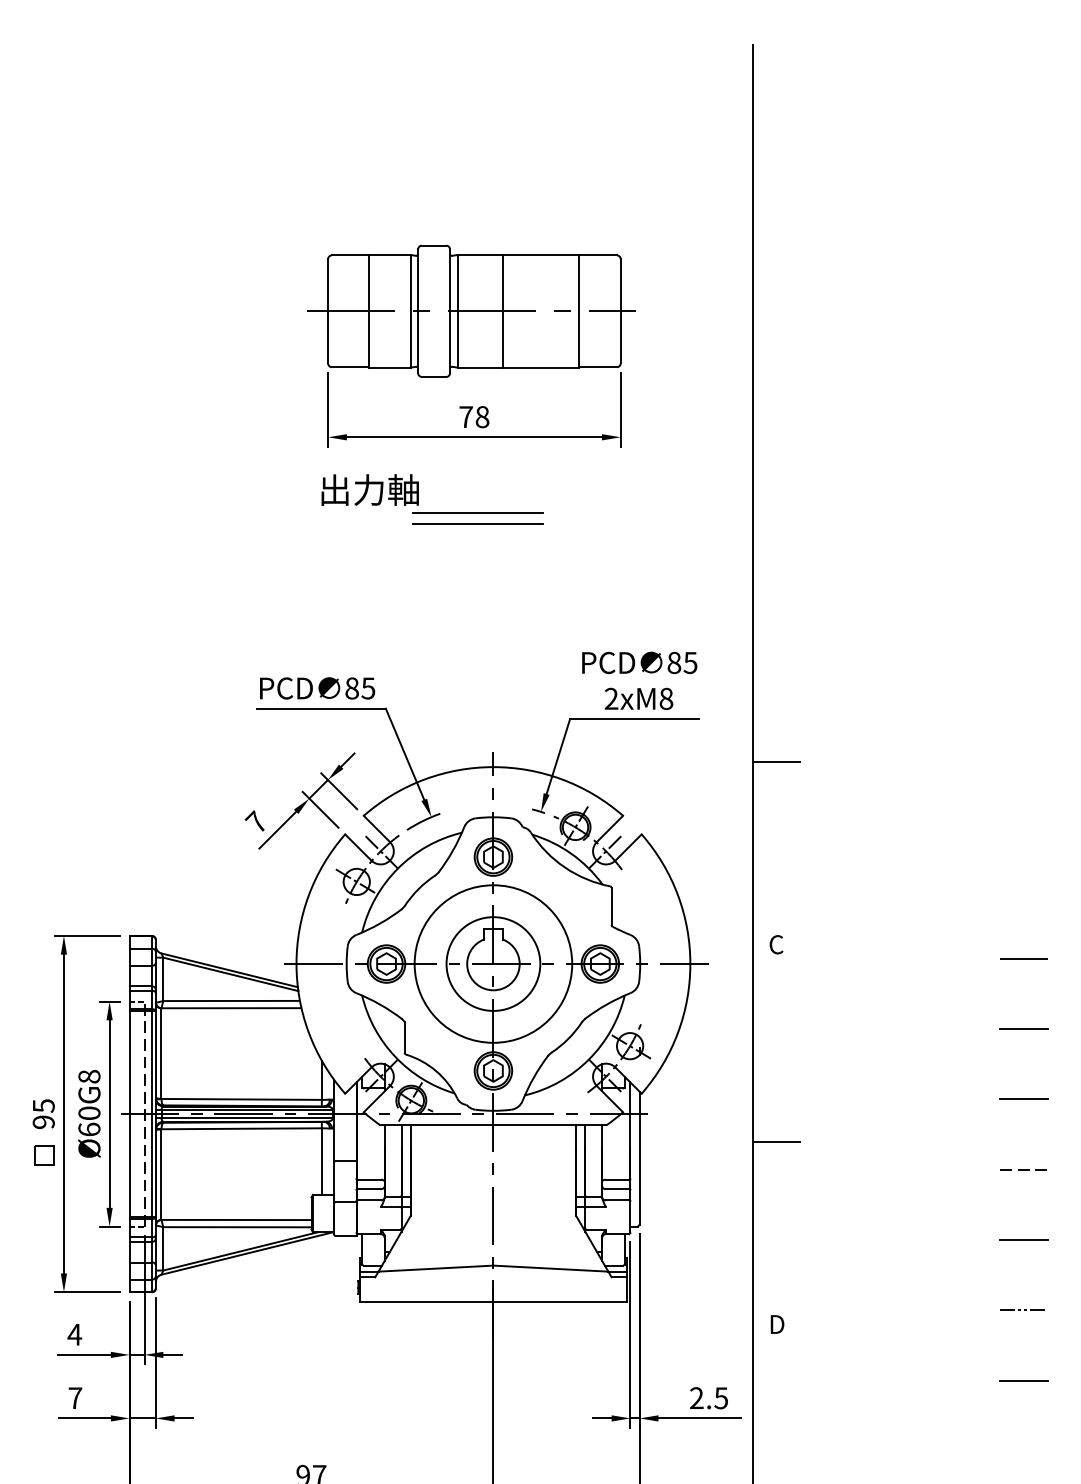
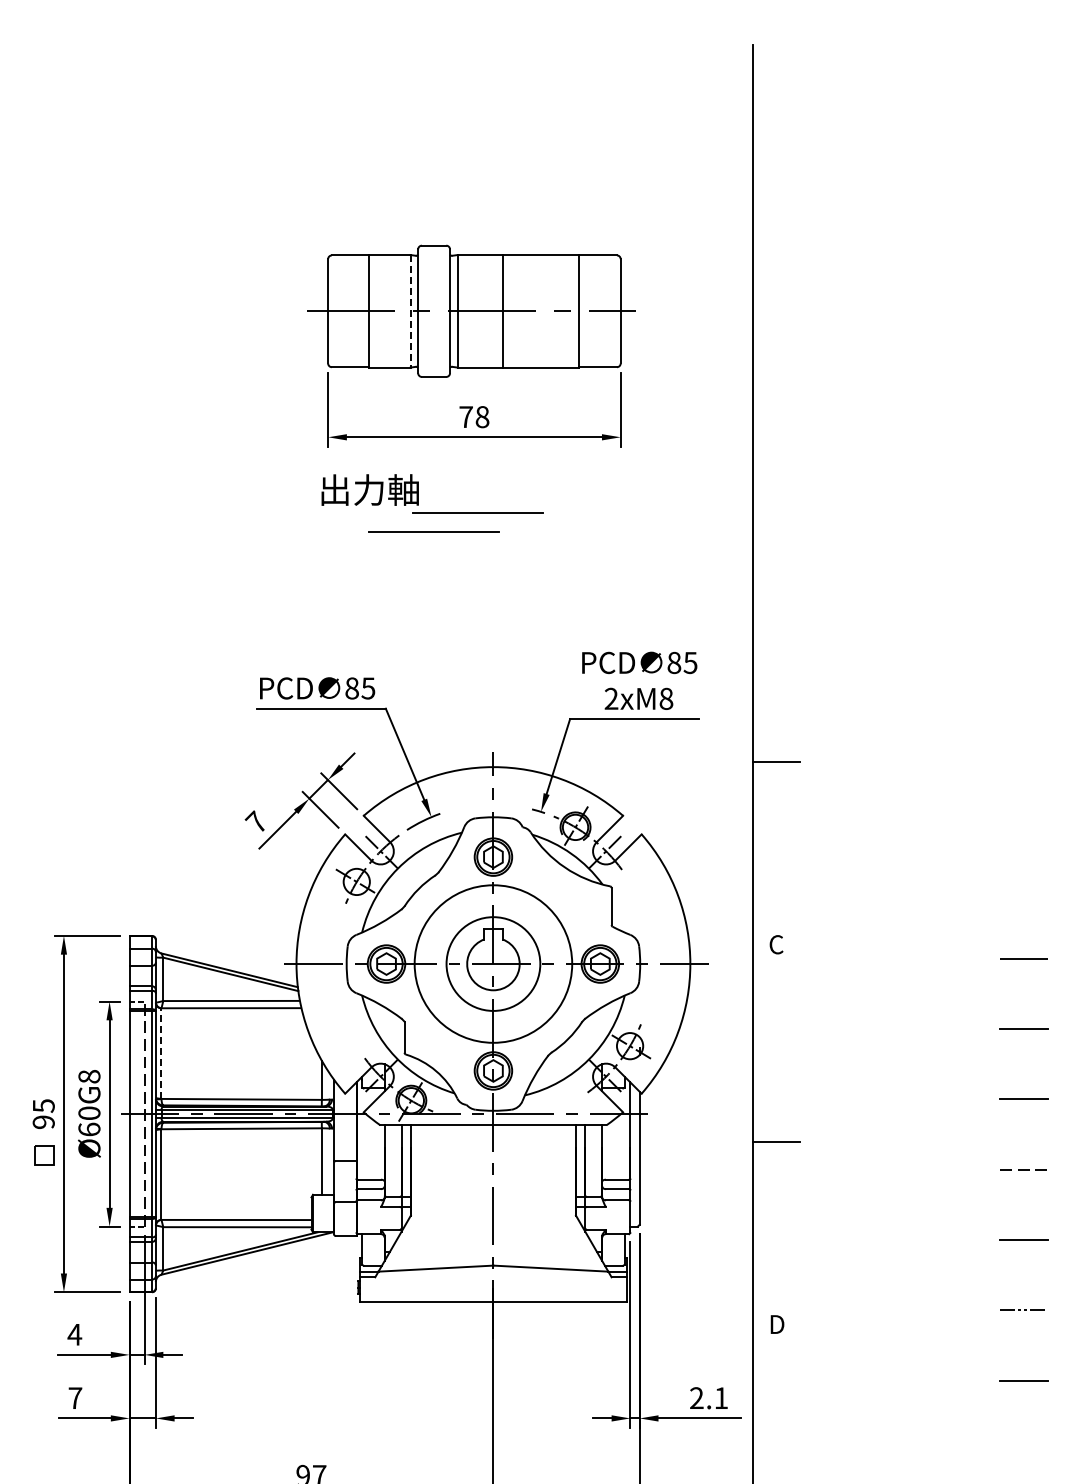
line at (410, 311): solid -> dashed
line at (477, 523) position: (477, 523) -> (433, 531)
line at (161, 1052): solid -> dashed
text at (720, 1398): 2.5 -> 2.1
